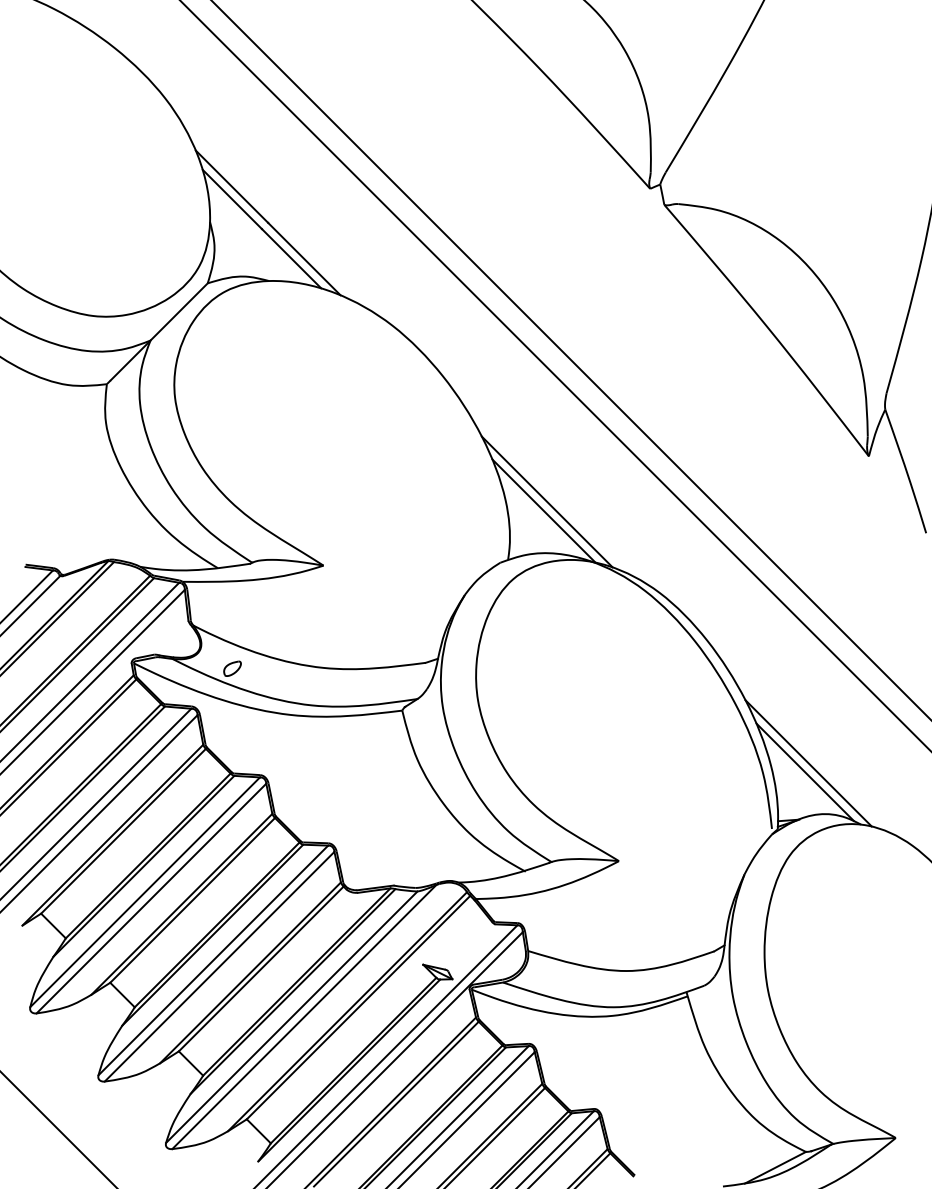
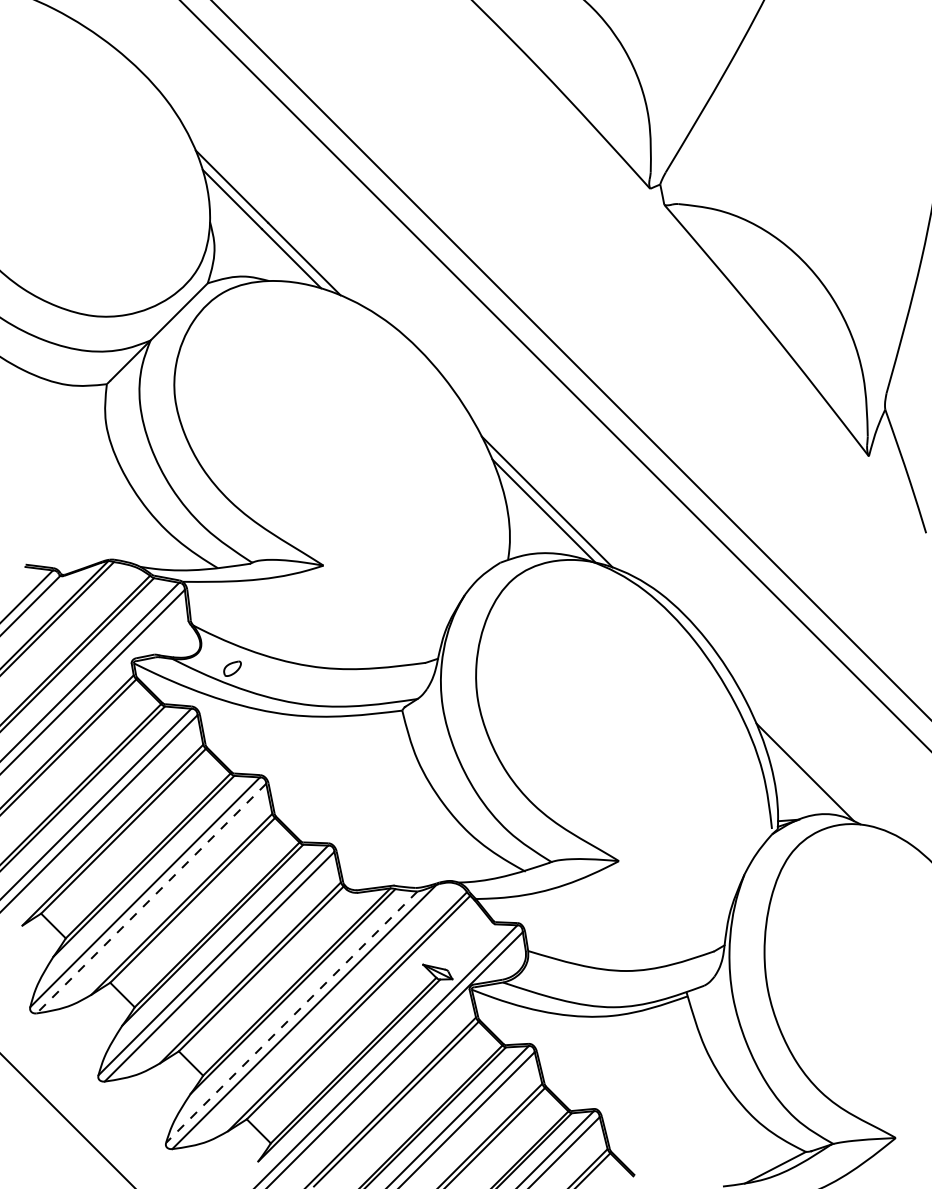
line at (808, 763): present -> none
line at (151, 898): solid -> dashed
line at (291, 1017): solid -> dashed
line at (58, 1129) position: (58, 1129) -> (67, 1120)
